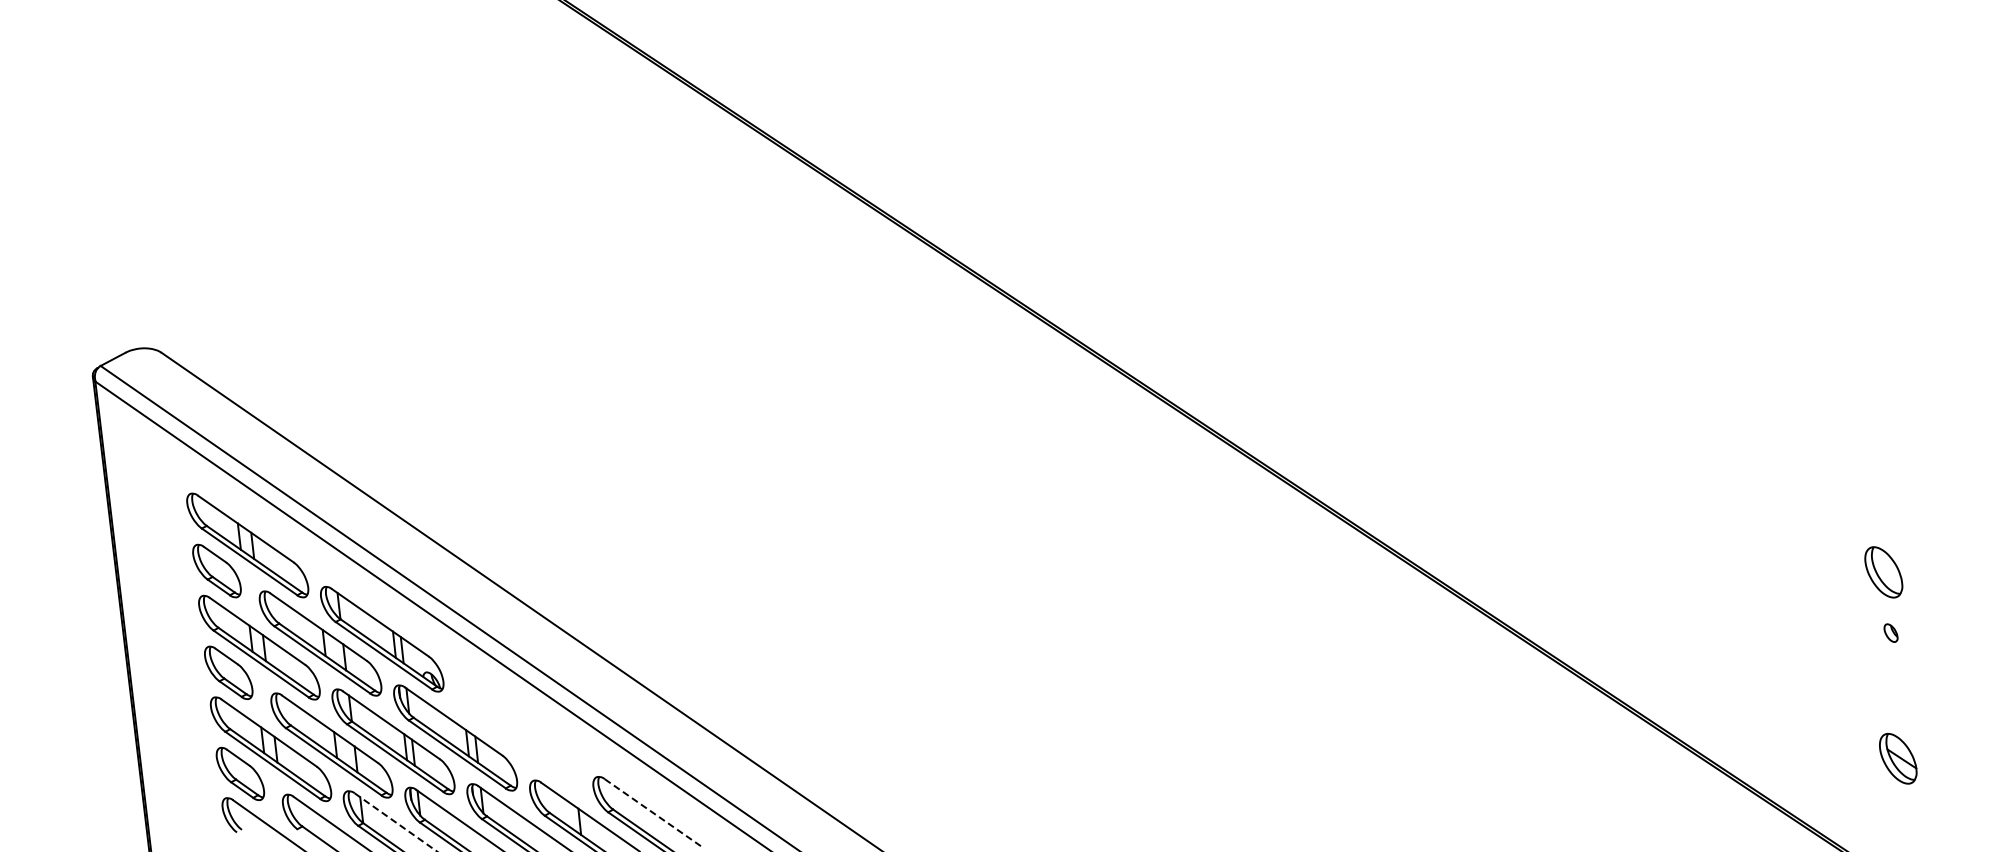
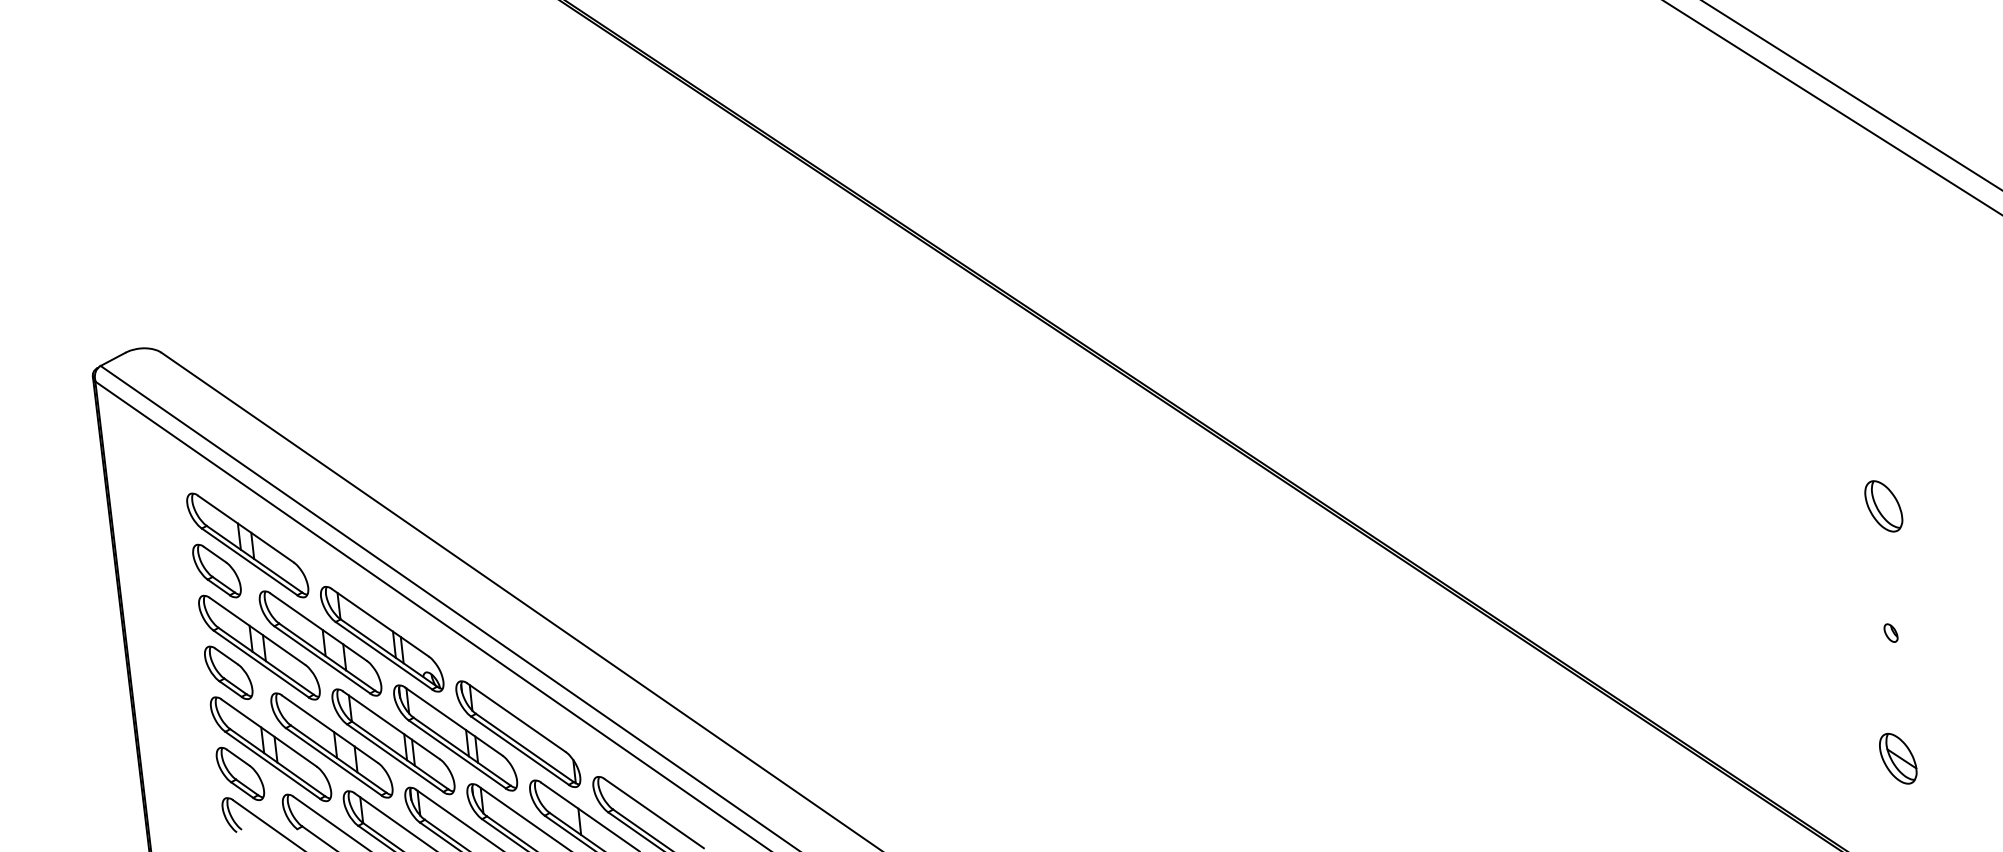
line at (1851, 95): none -> present
line at (1832, 107): none -> present
part at (1883, 572) position: (1883, 572) -> (1883, 506)
part at (518, 733): none -> present
line at (654, 814): dashed -> solid
line at (396, 822): dashed -> solid
